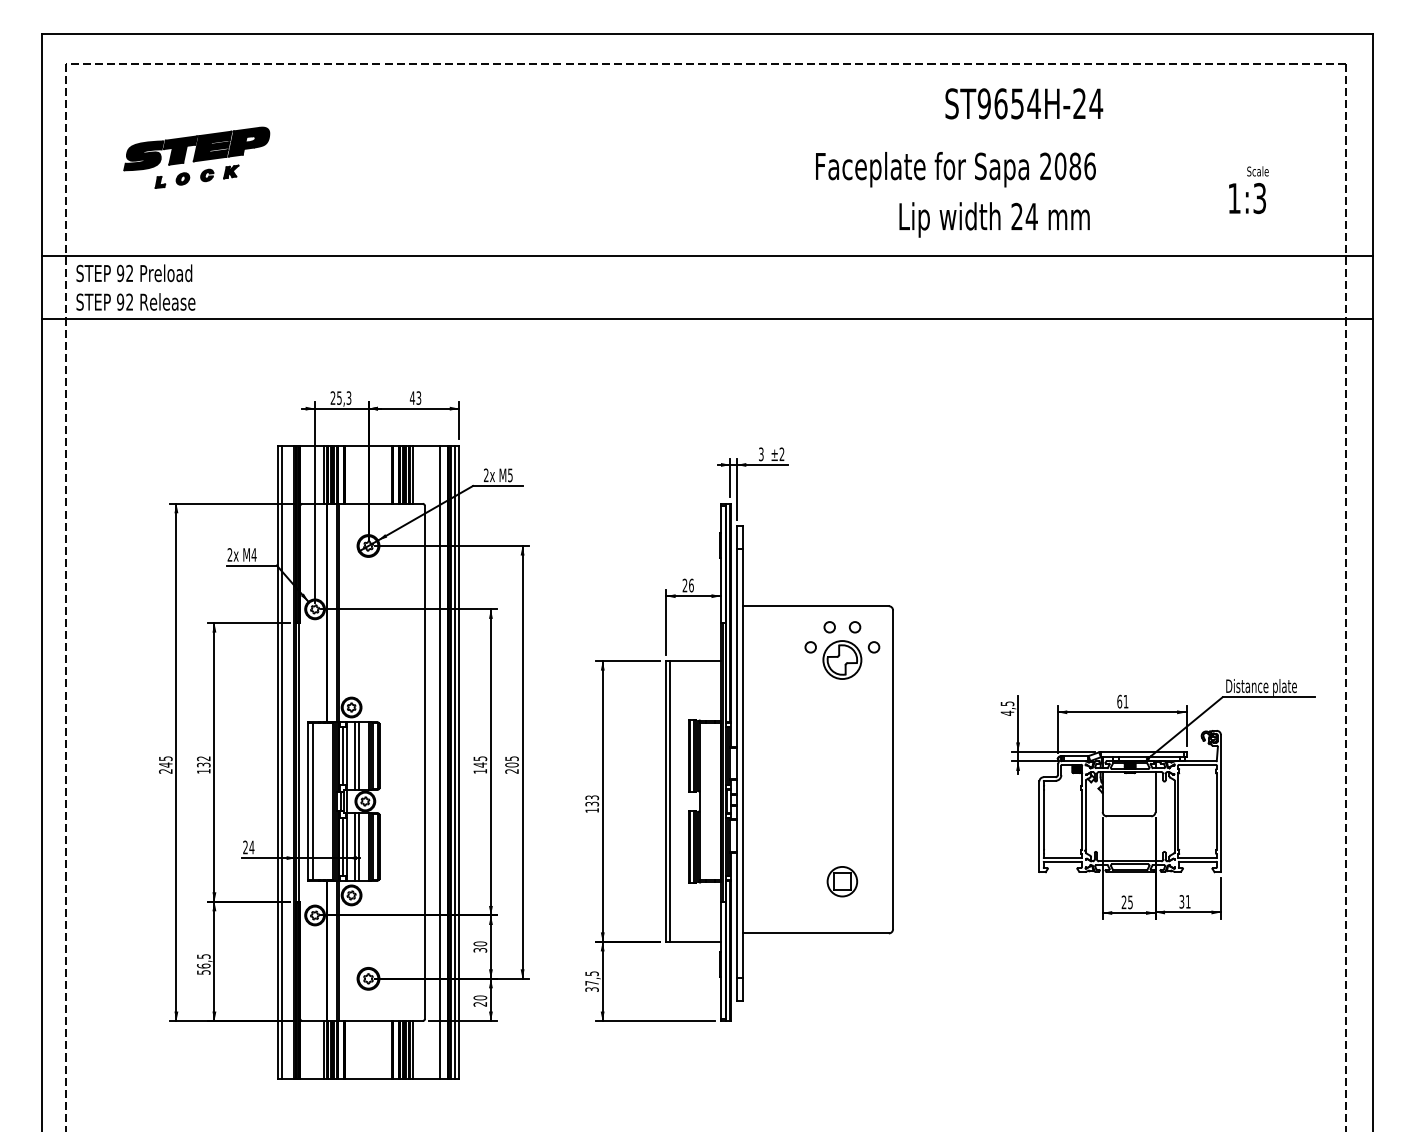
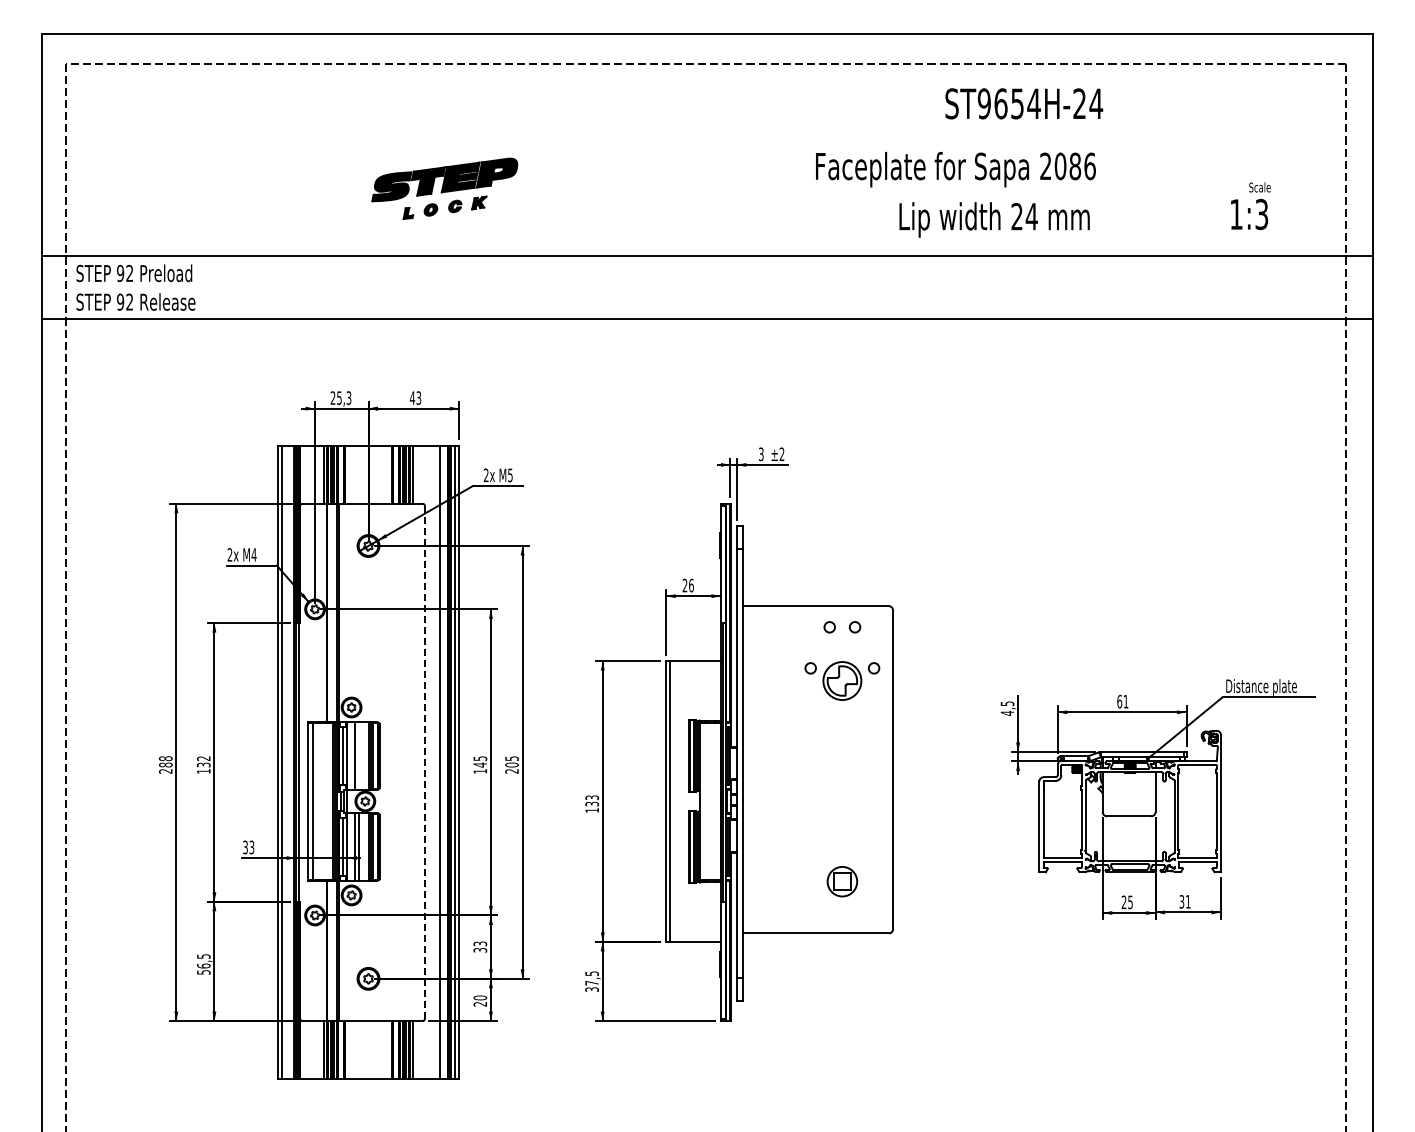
part at (196, 157) position: (196, 157) -> (444, 188)
text at (1248, 190) position: (1248, 190) -> (1250, 206)
part at (842, 659) position: (842, 659) -> (842, 680)
line at (358, 755): present -> none
text at (165, 761): 245 -> 288
line at (424, 762): solid -> dashed
text at (248, 847): 24 -> 33
text at (480, 943): 30 -> 33
